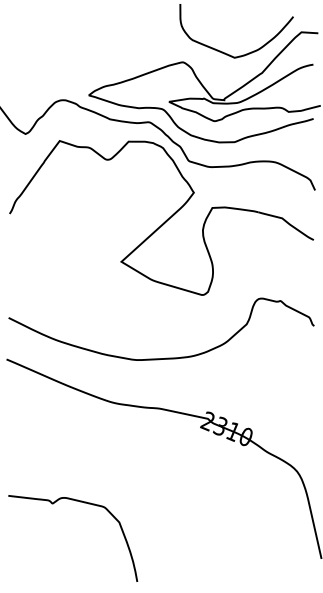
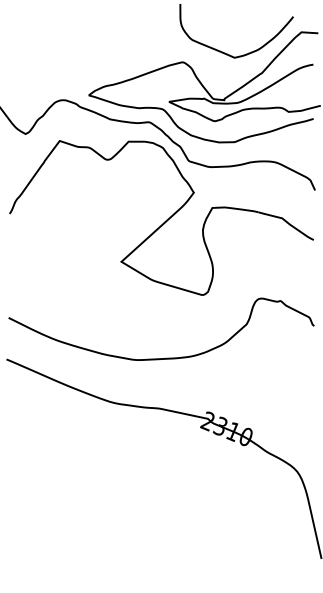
curve at (80, 502): present -> none
